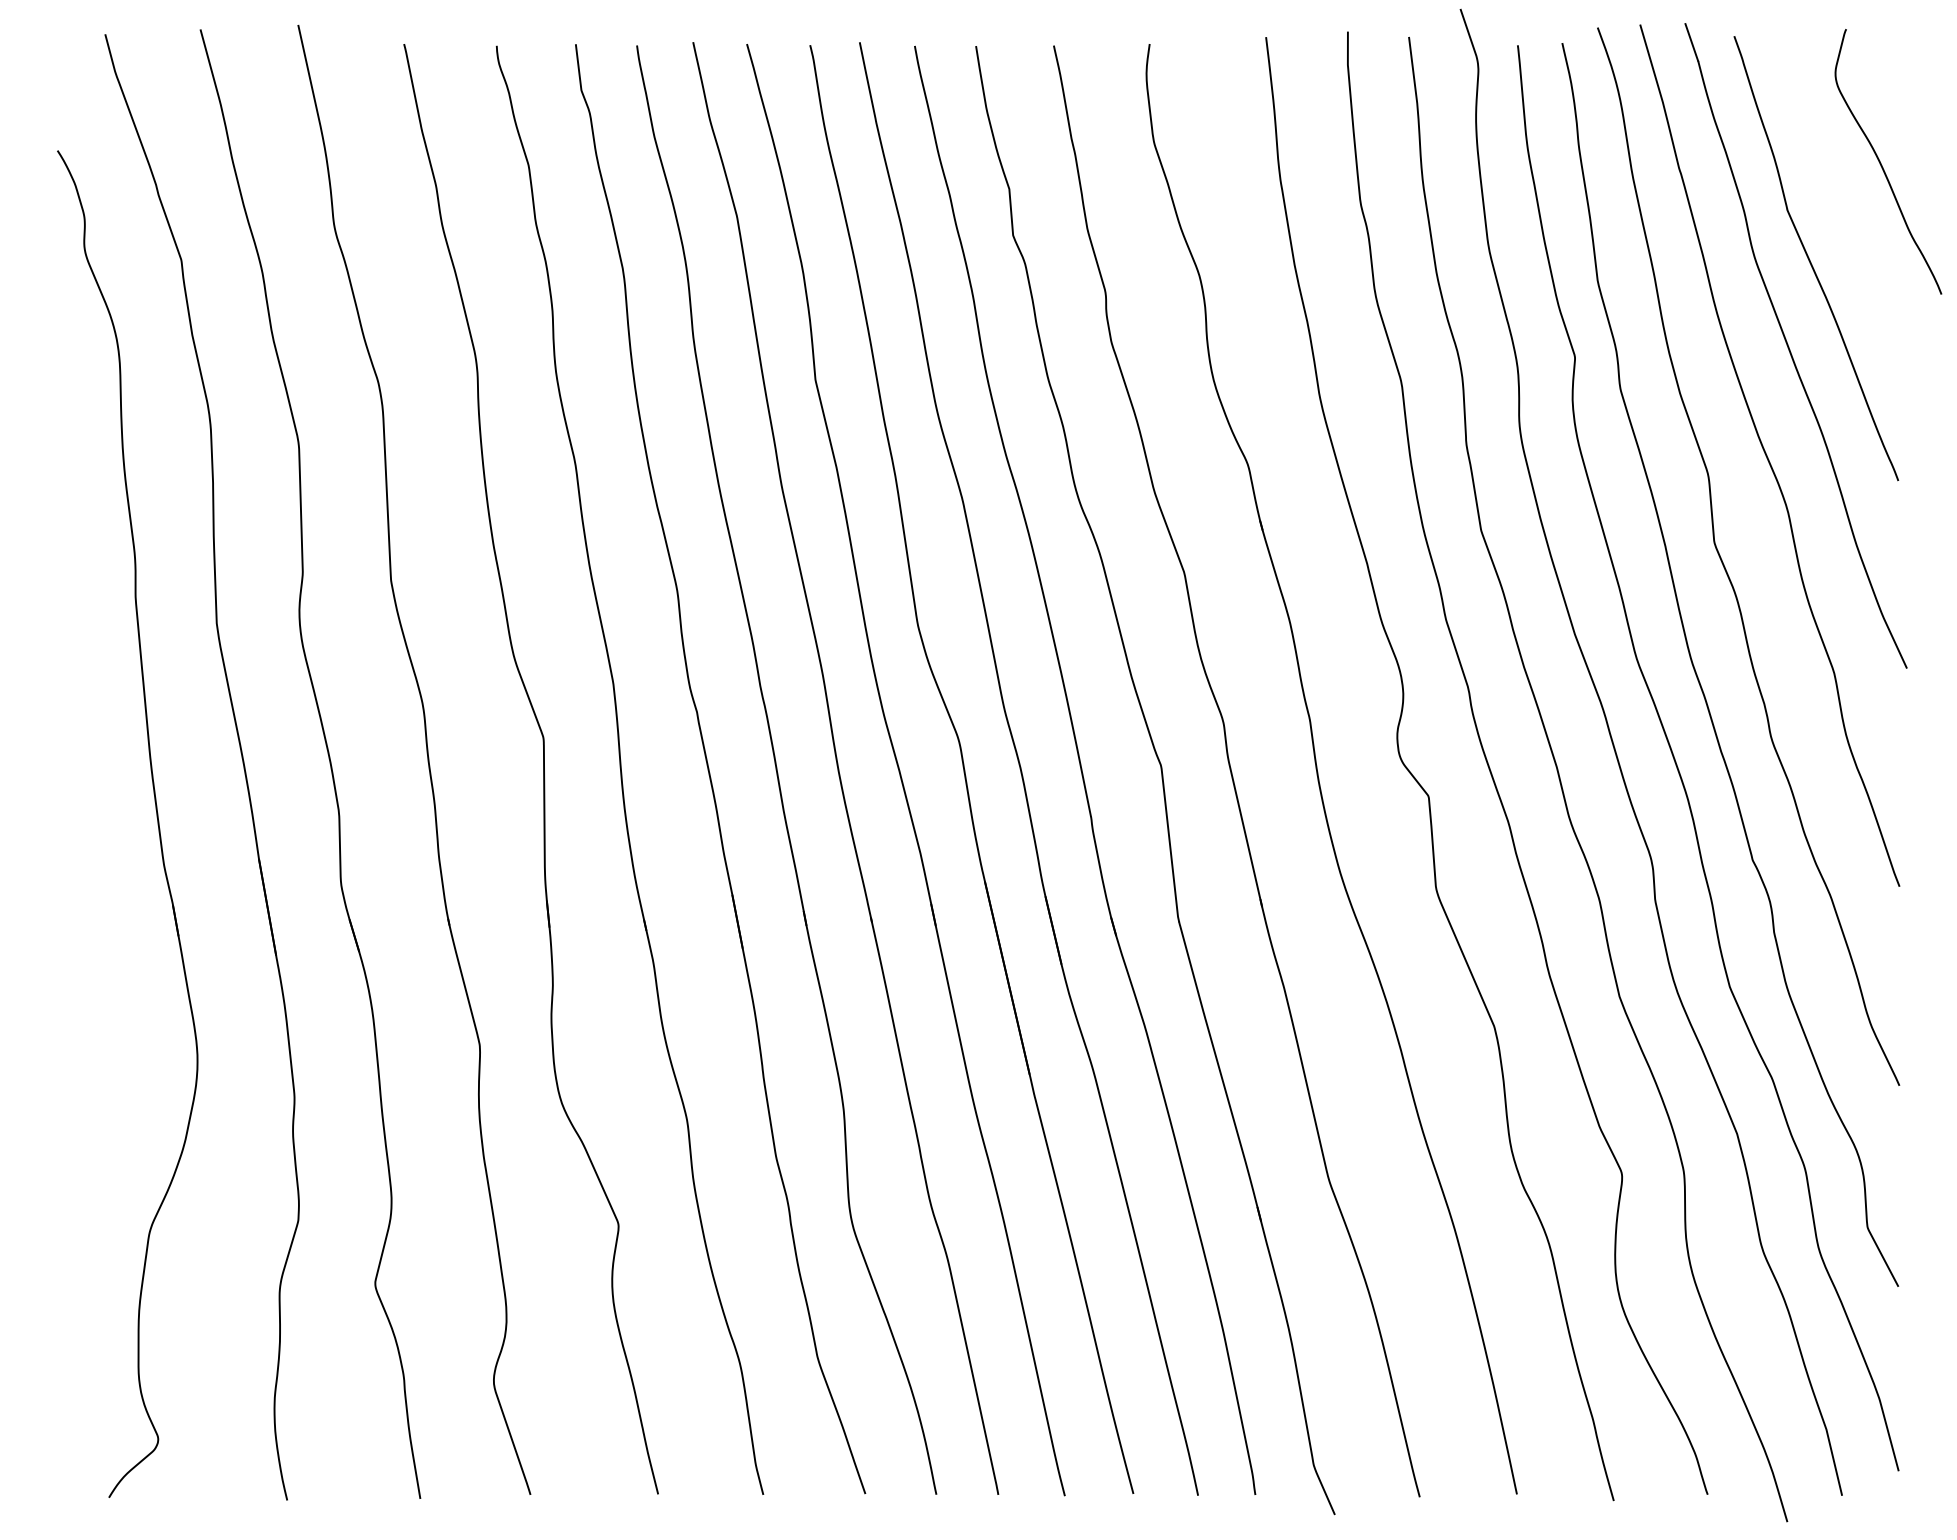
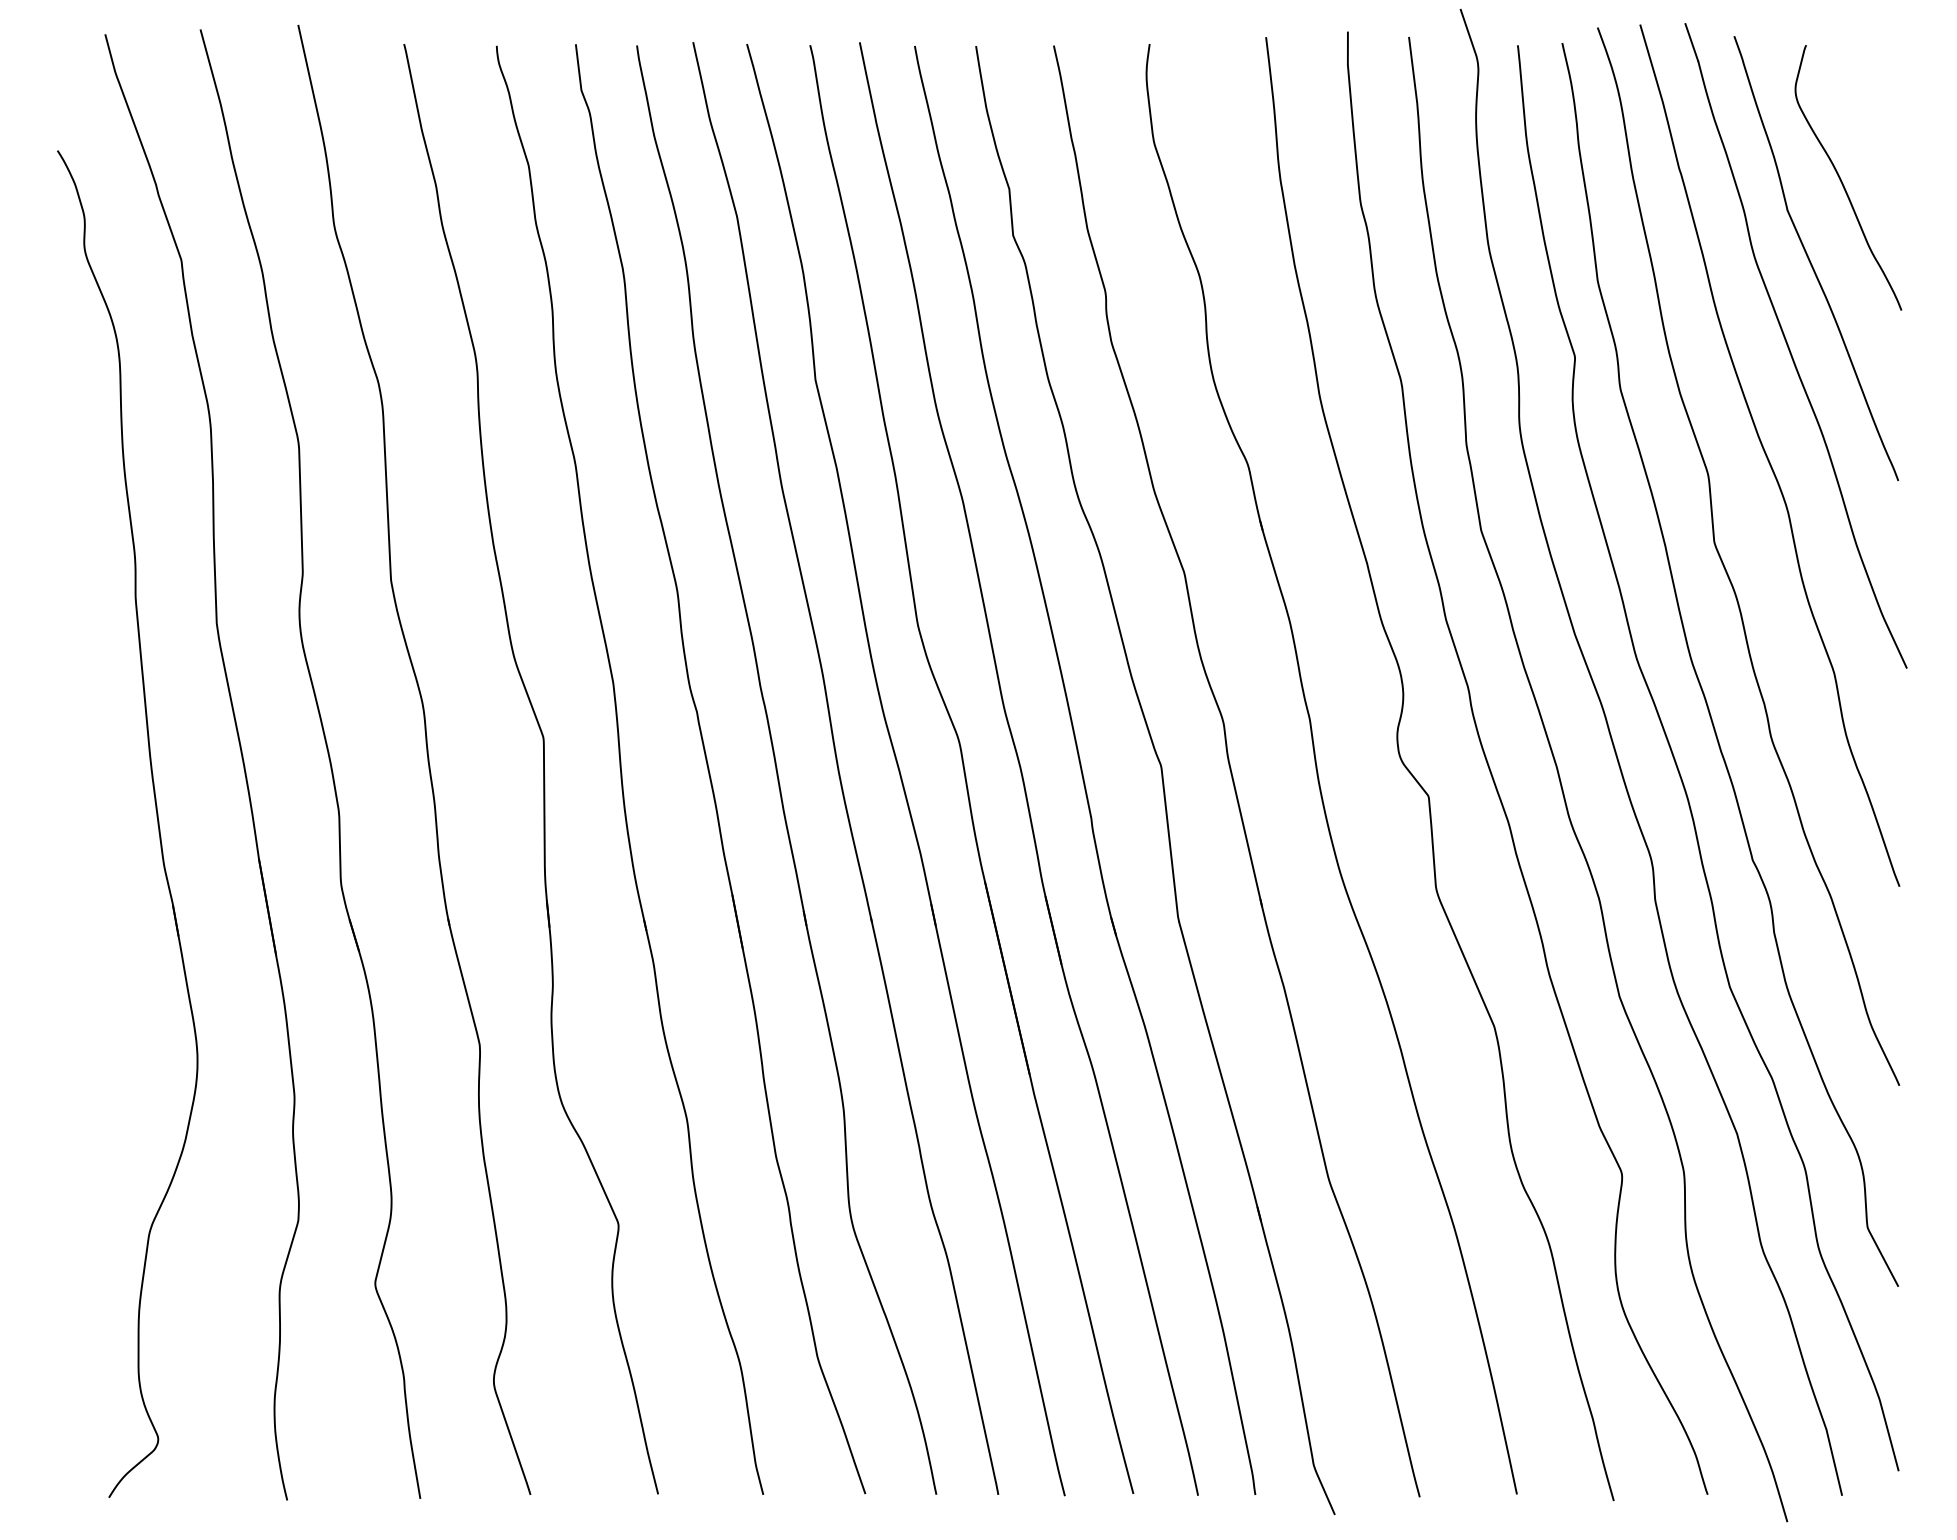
curve at (1882, 165) position: (1882, 165) -> (1842, 181)
